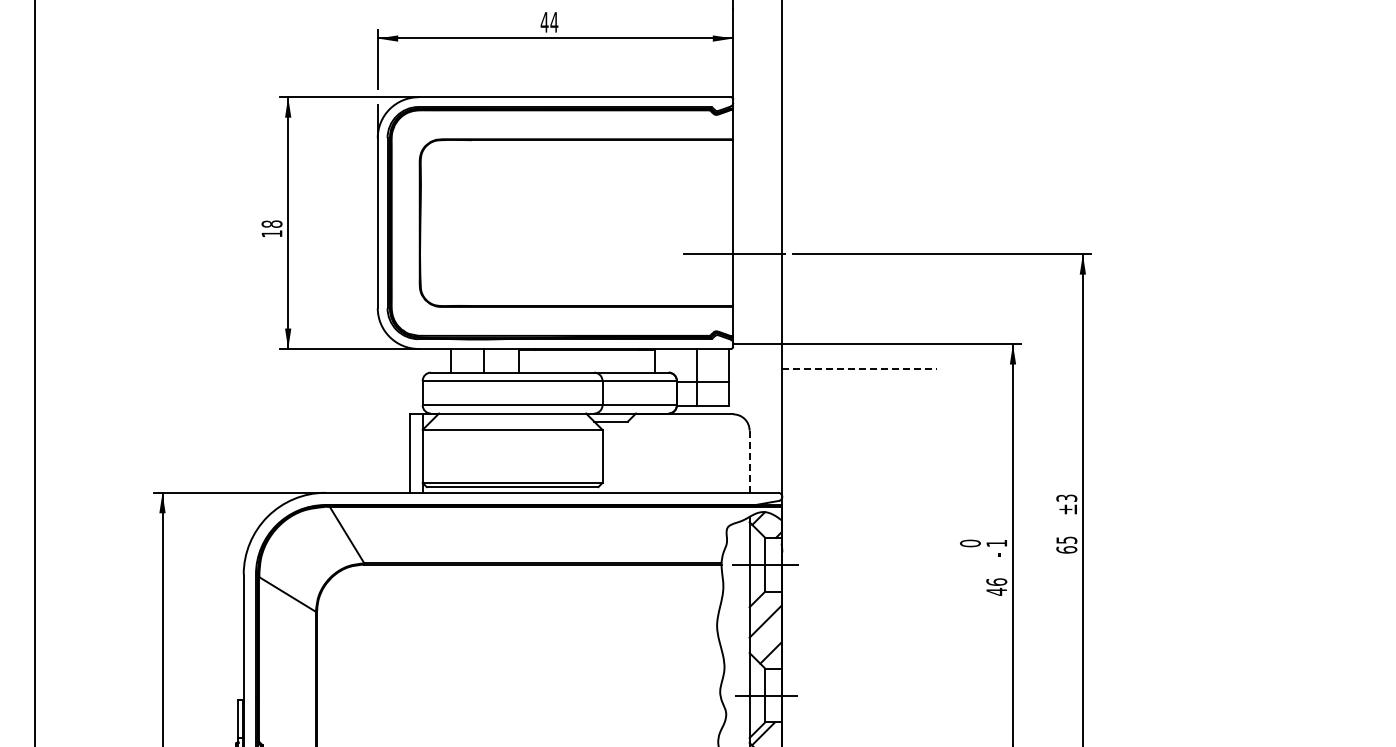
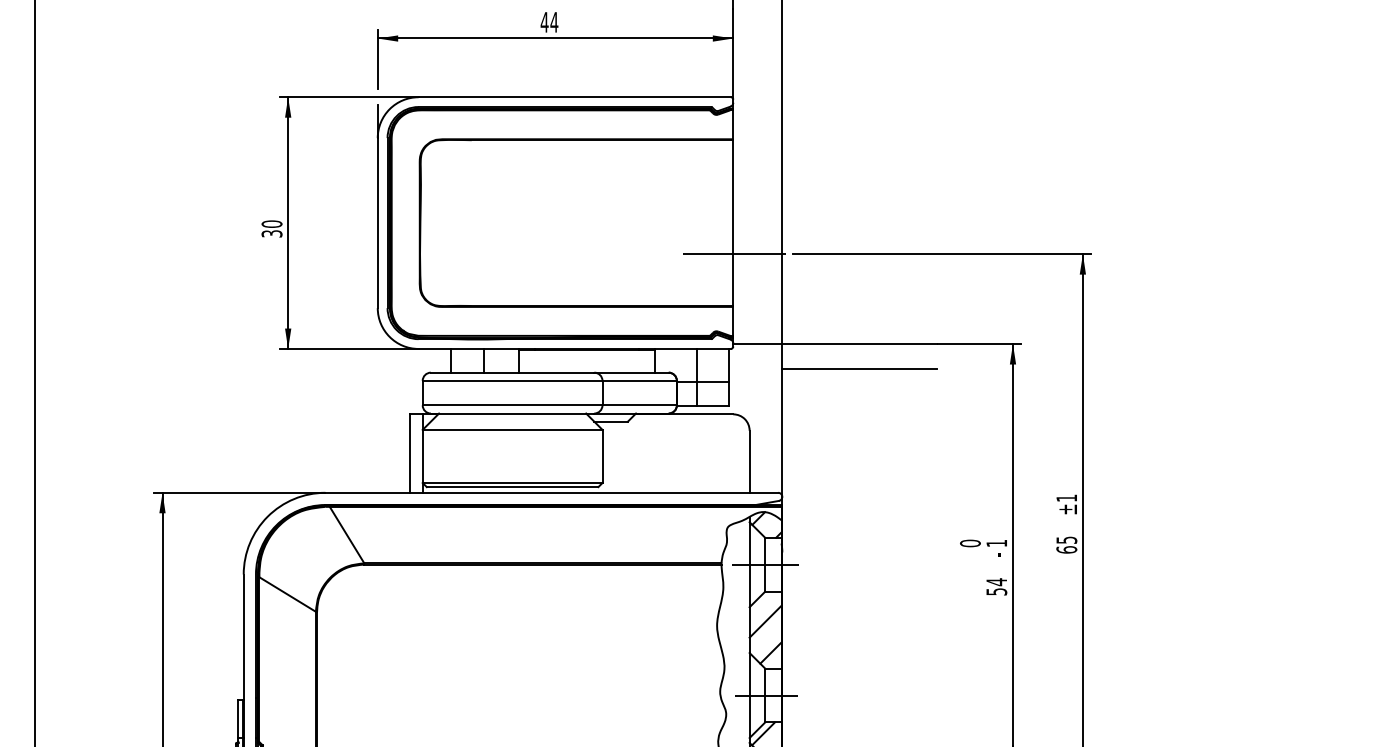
text at (271, 228): 18 -> 30
line at (859, 368): dashed -> solid
line at (749, 461): dashed -> solid
text at (1066, 497): ±3 -> ±1
text at (996, 586): 46 -> 54
